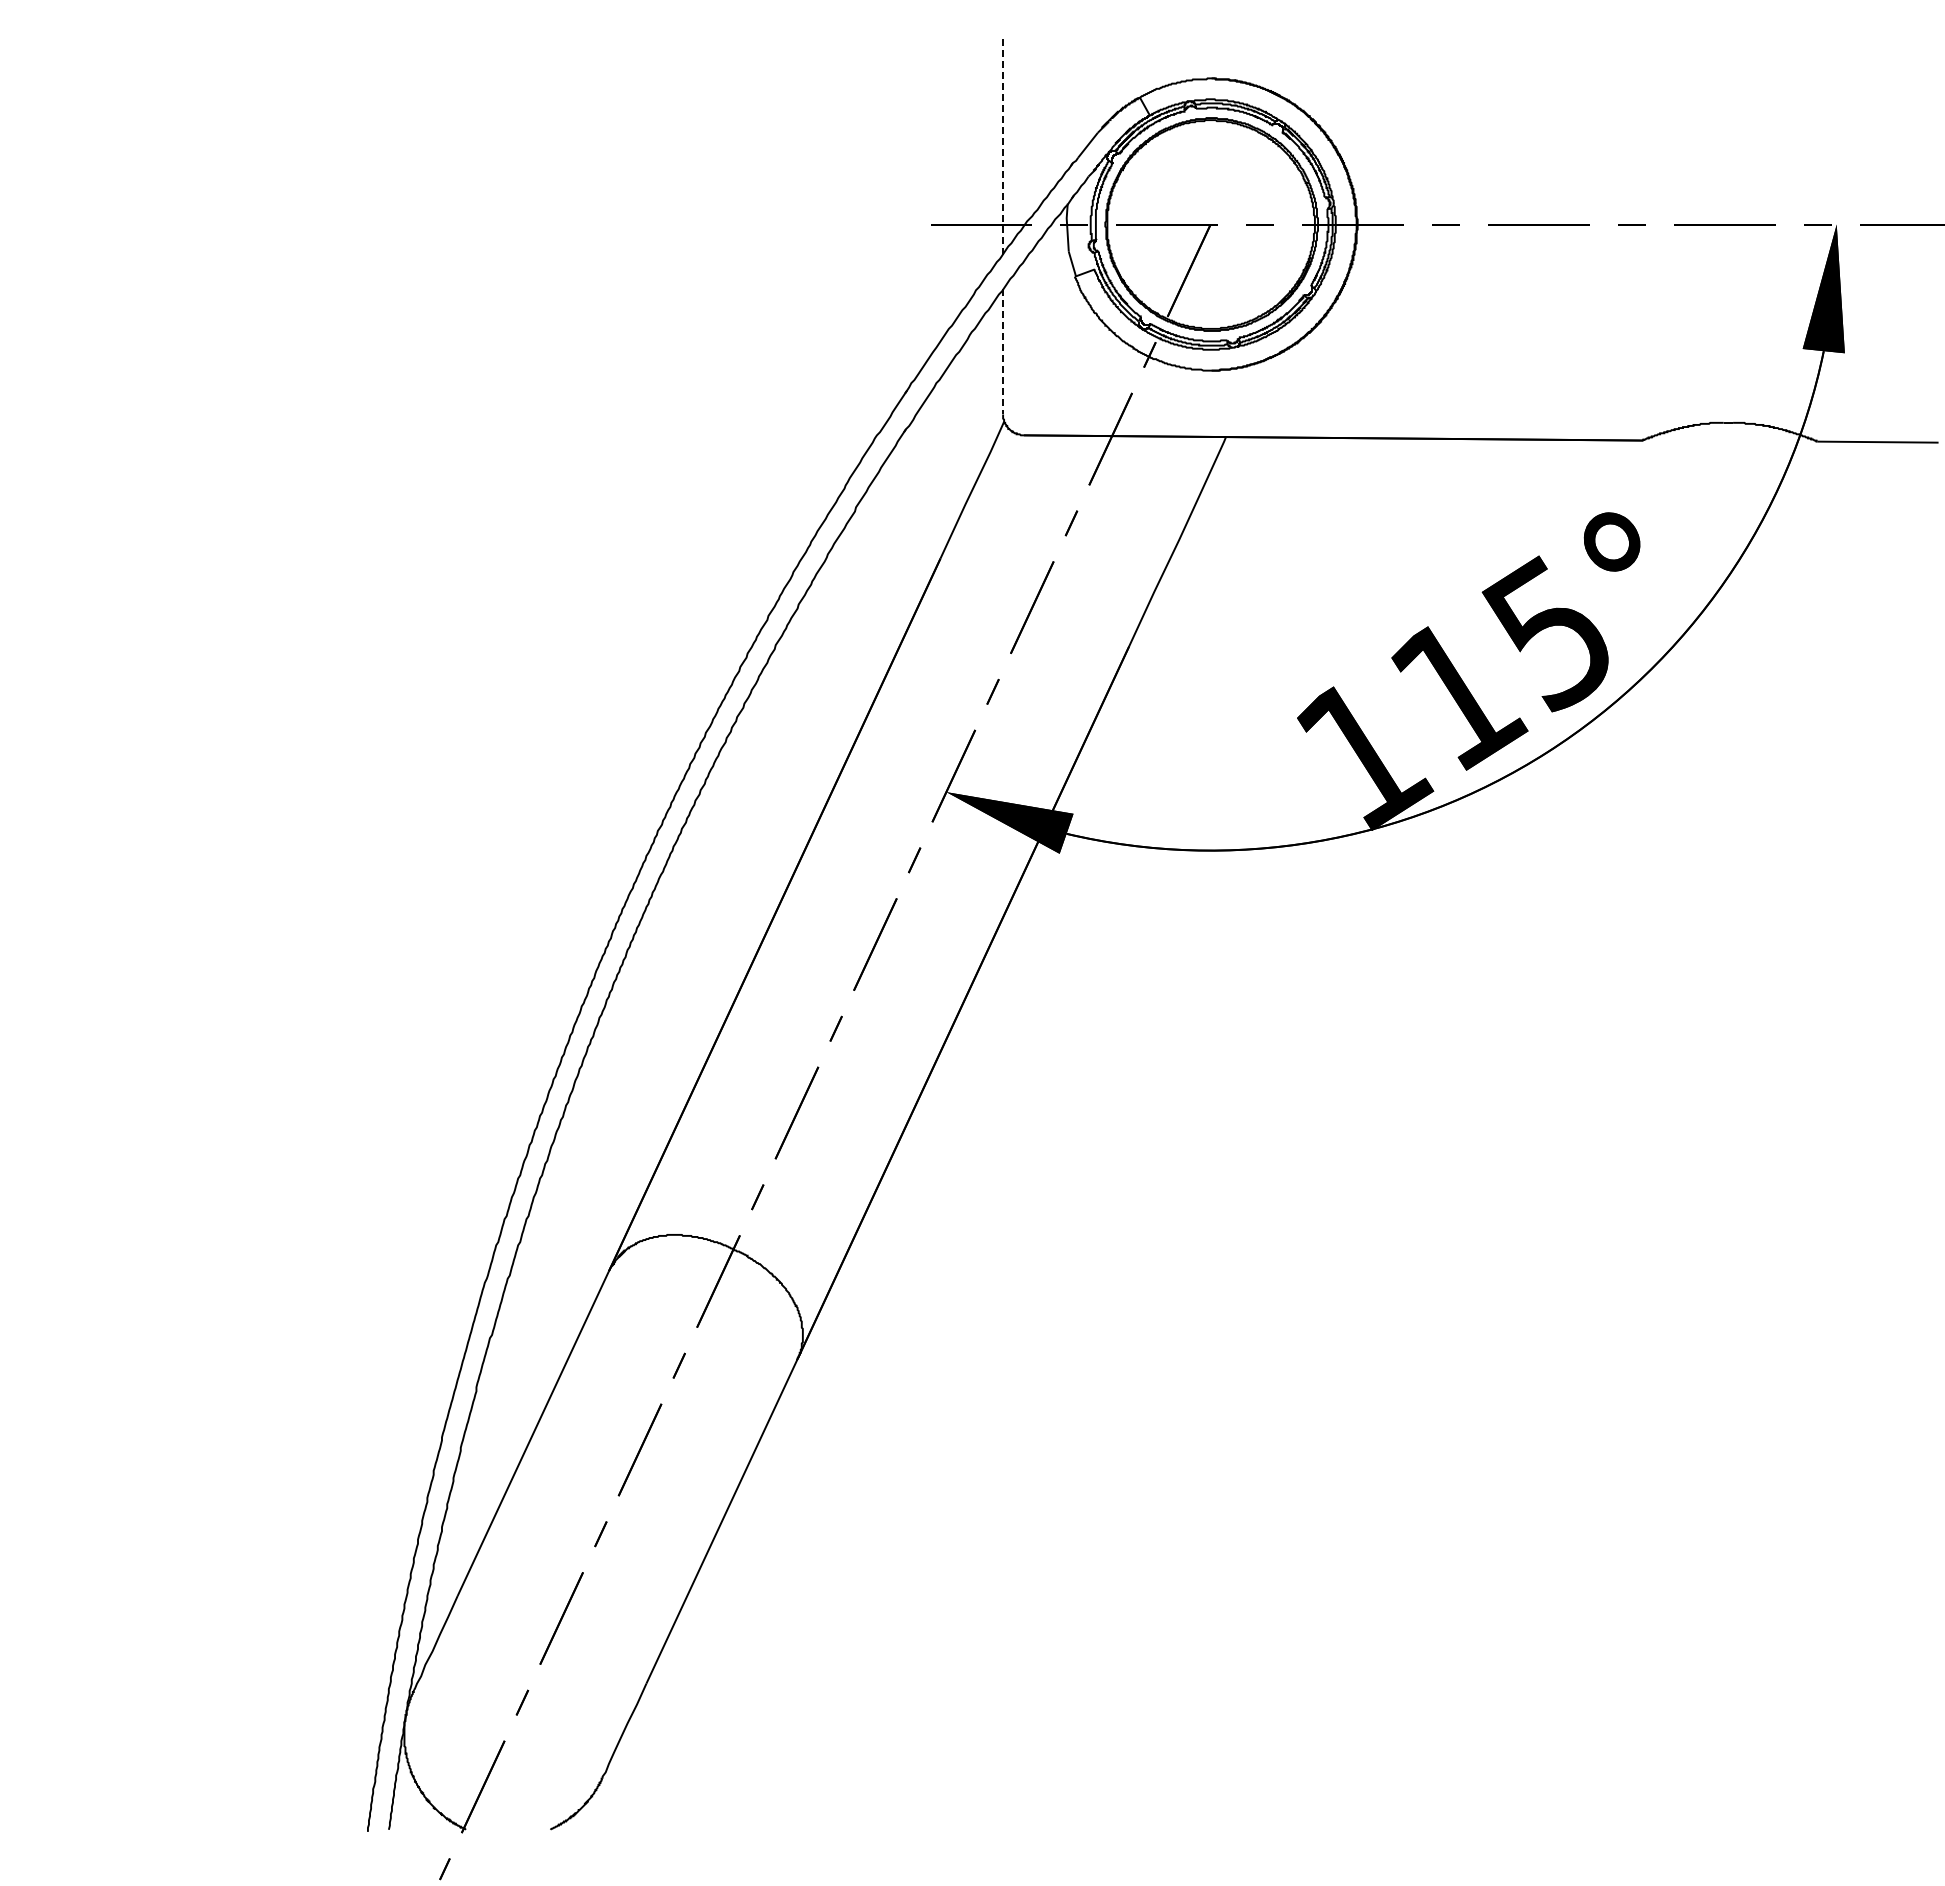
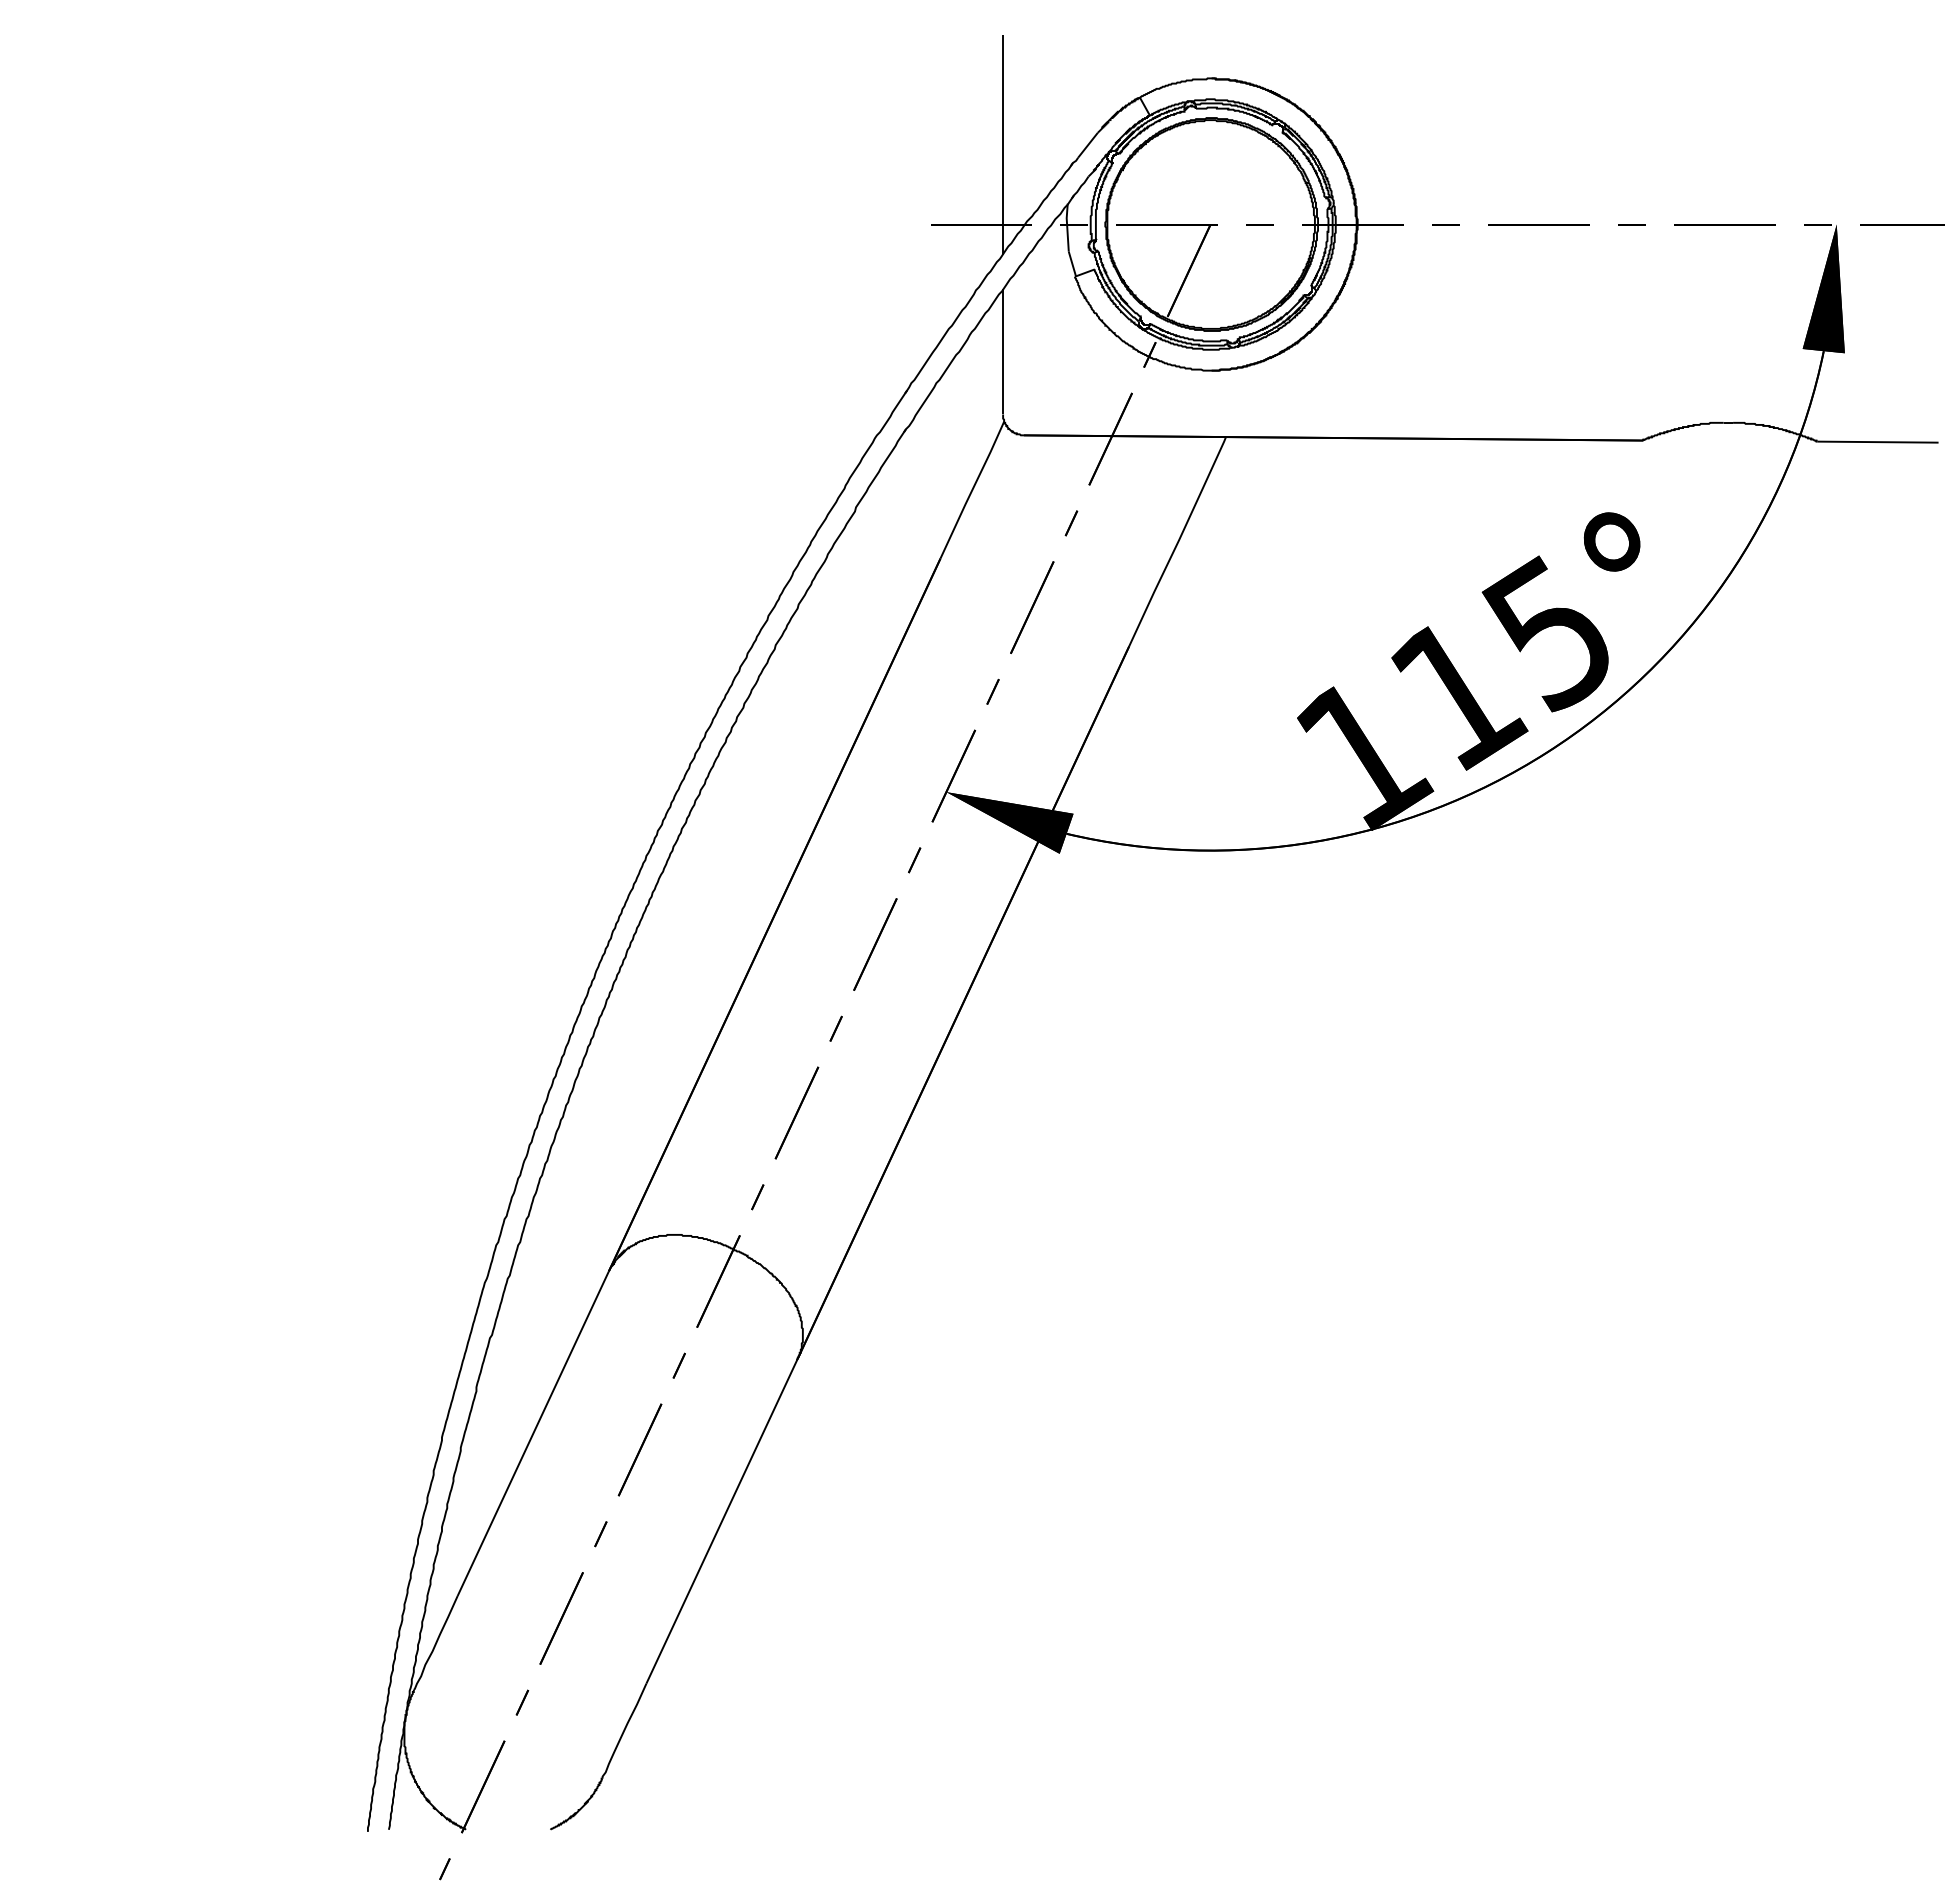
line at (1003, 144): dashed -> solid
line at (1003, 351): dashed -> solid
